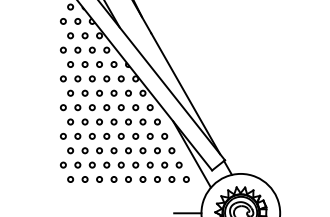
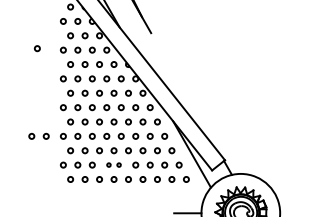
circle at (37, 48): none -> present
line at (185, 93): present -> none
part at (38, 135): none -> present
part at (113, 164) size: 22x8 px -> 16x6 px
